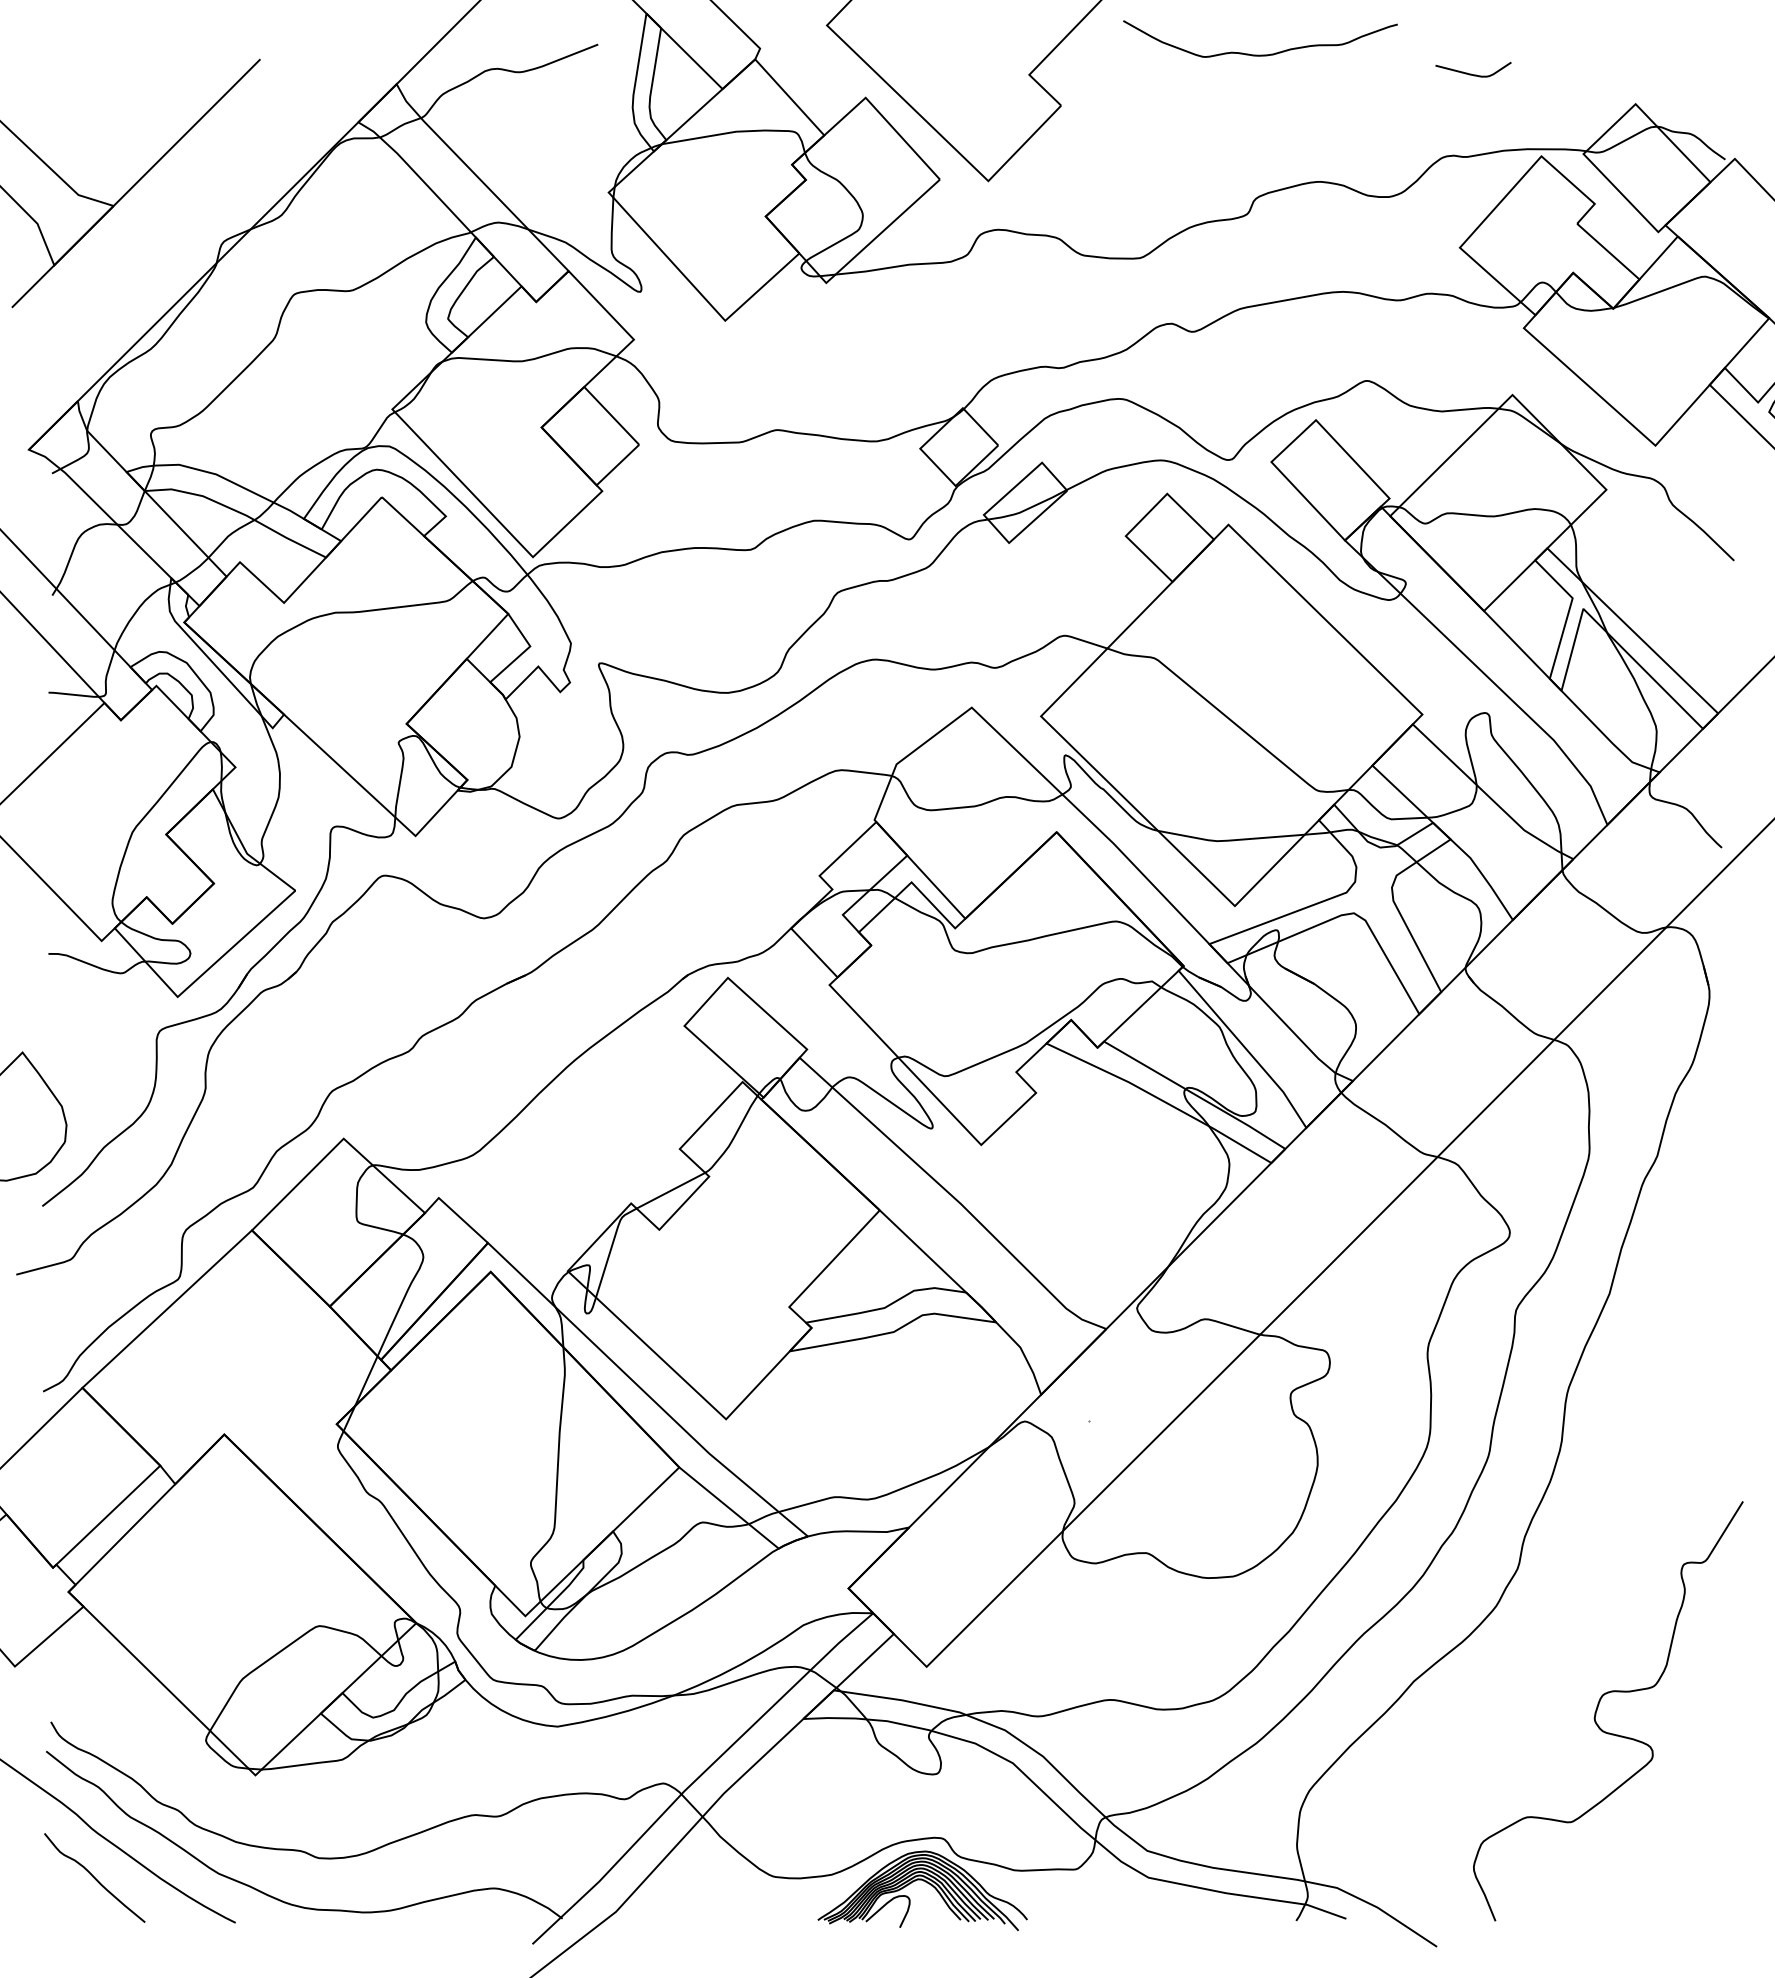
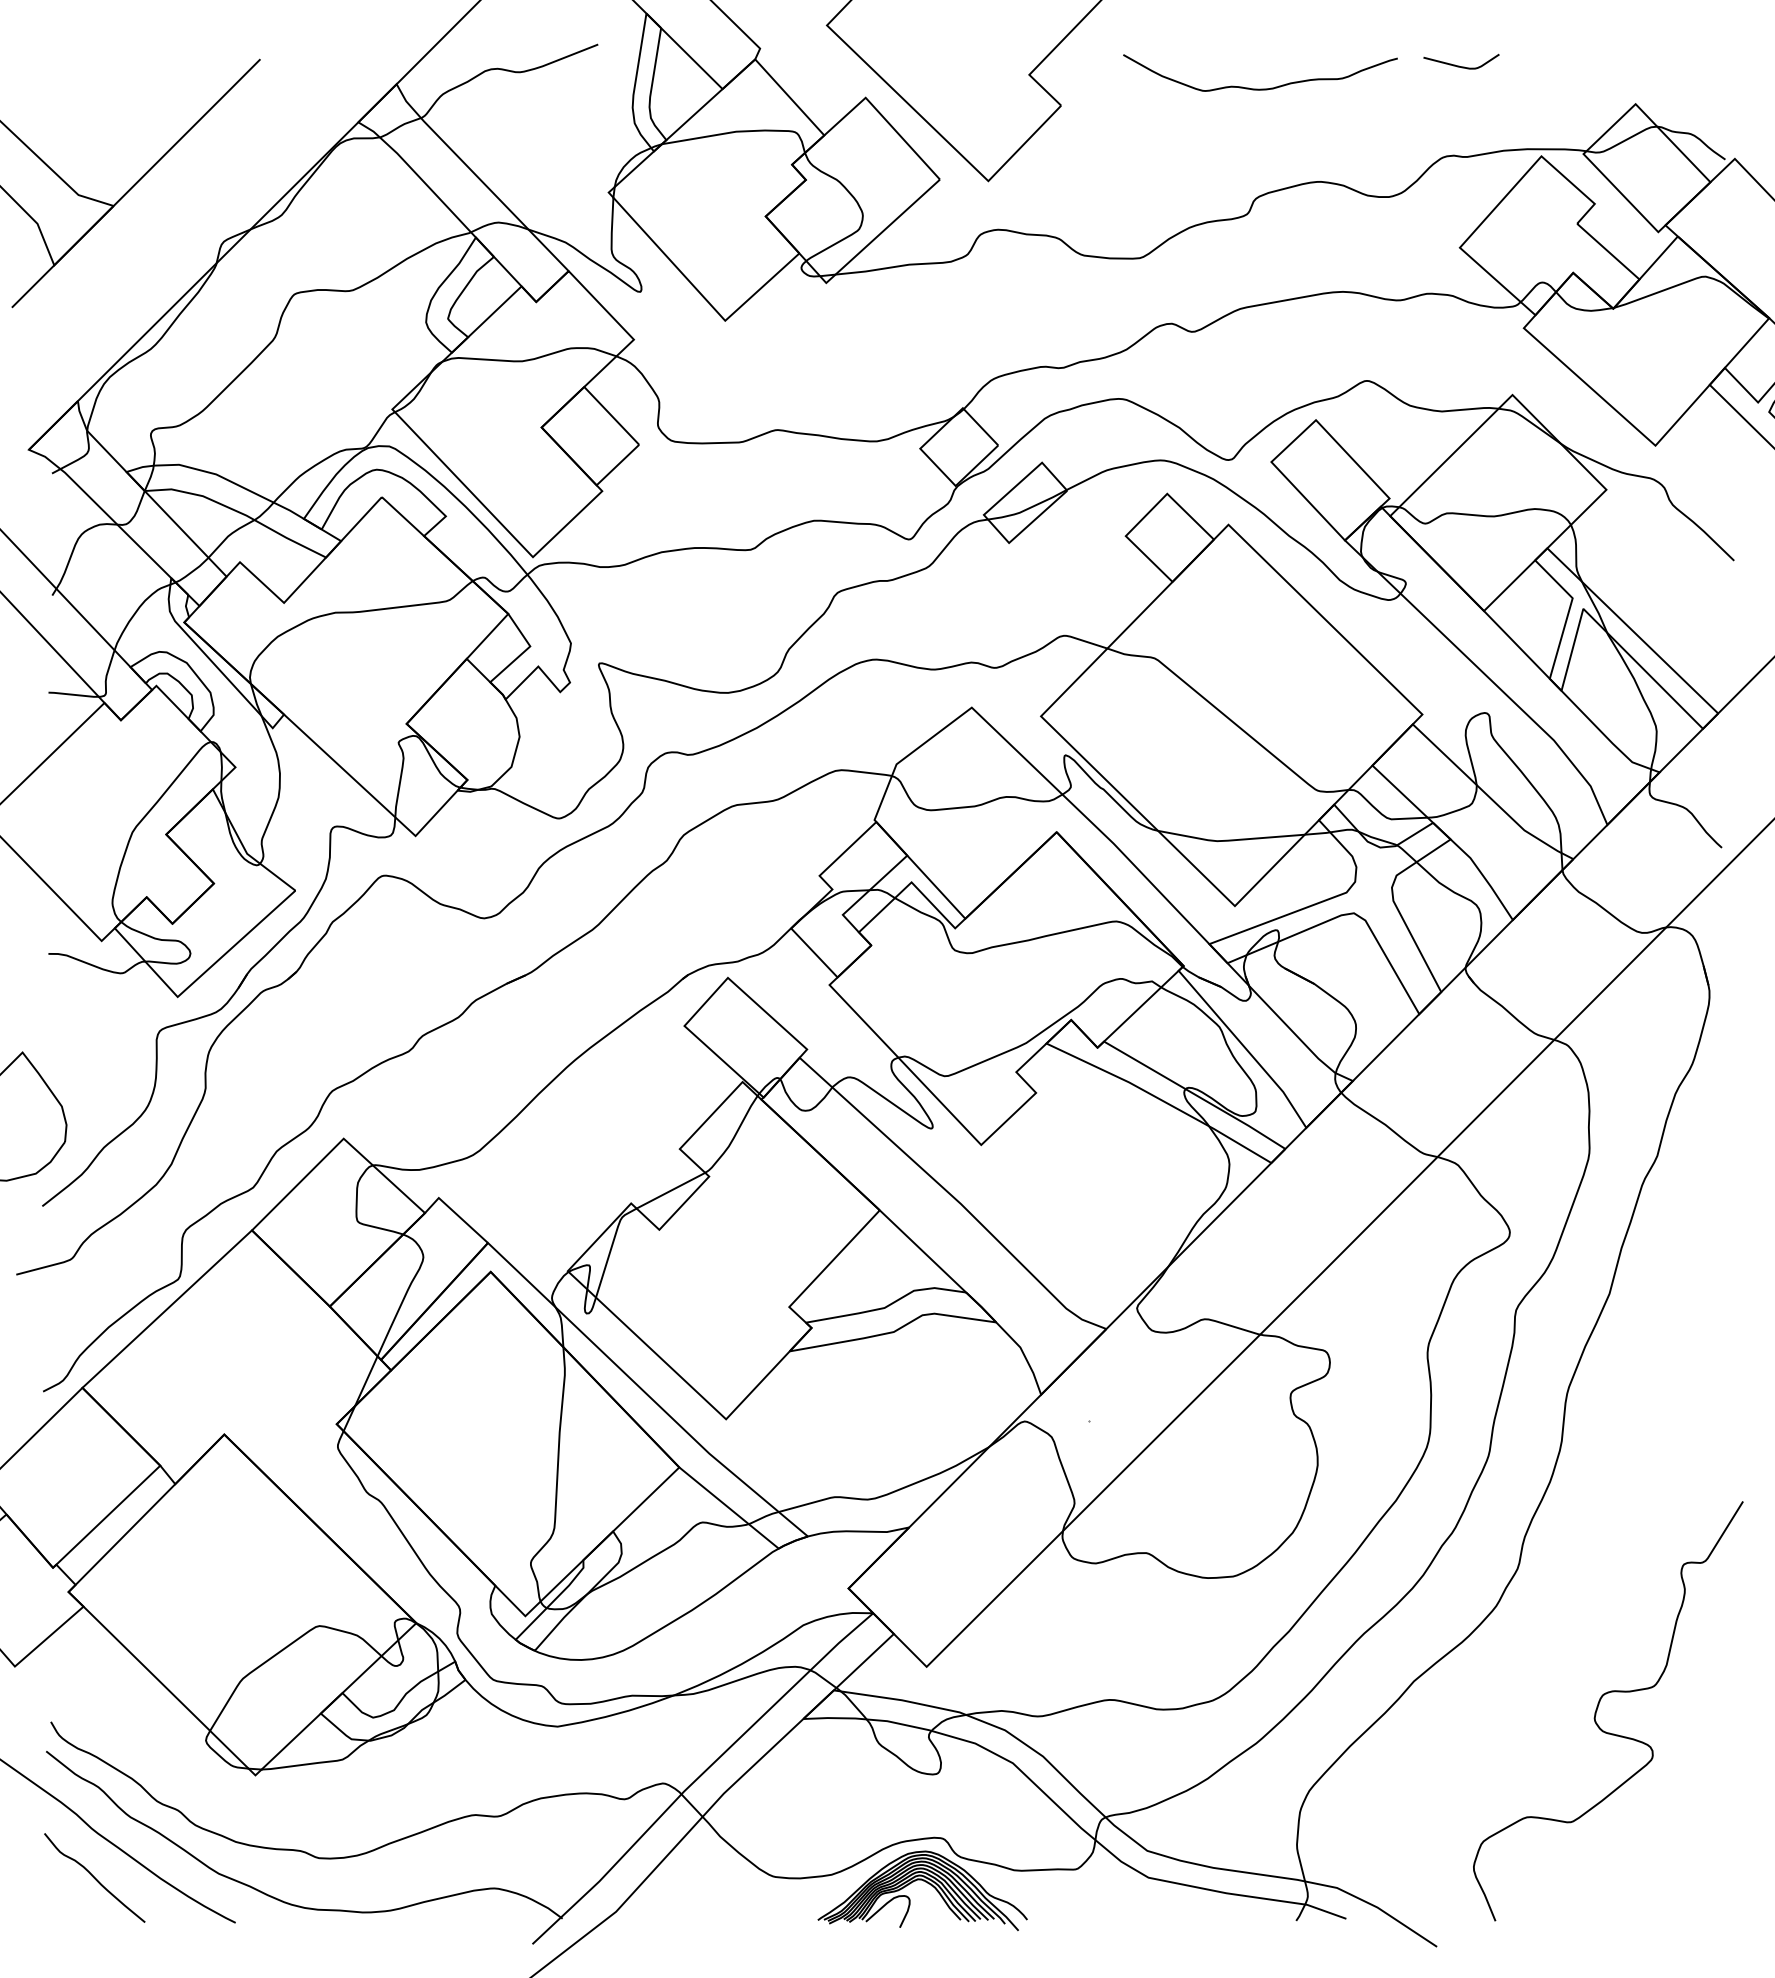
curve at (1260, 54) position: (1260, 54) -> (1260, 88)
curve at (1471, 73) position: (1471, 73) -> (1459, 65)
